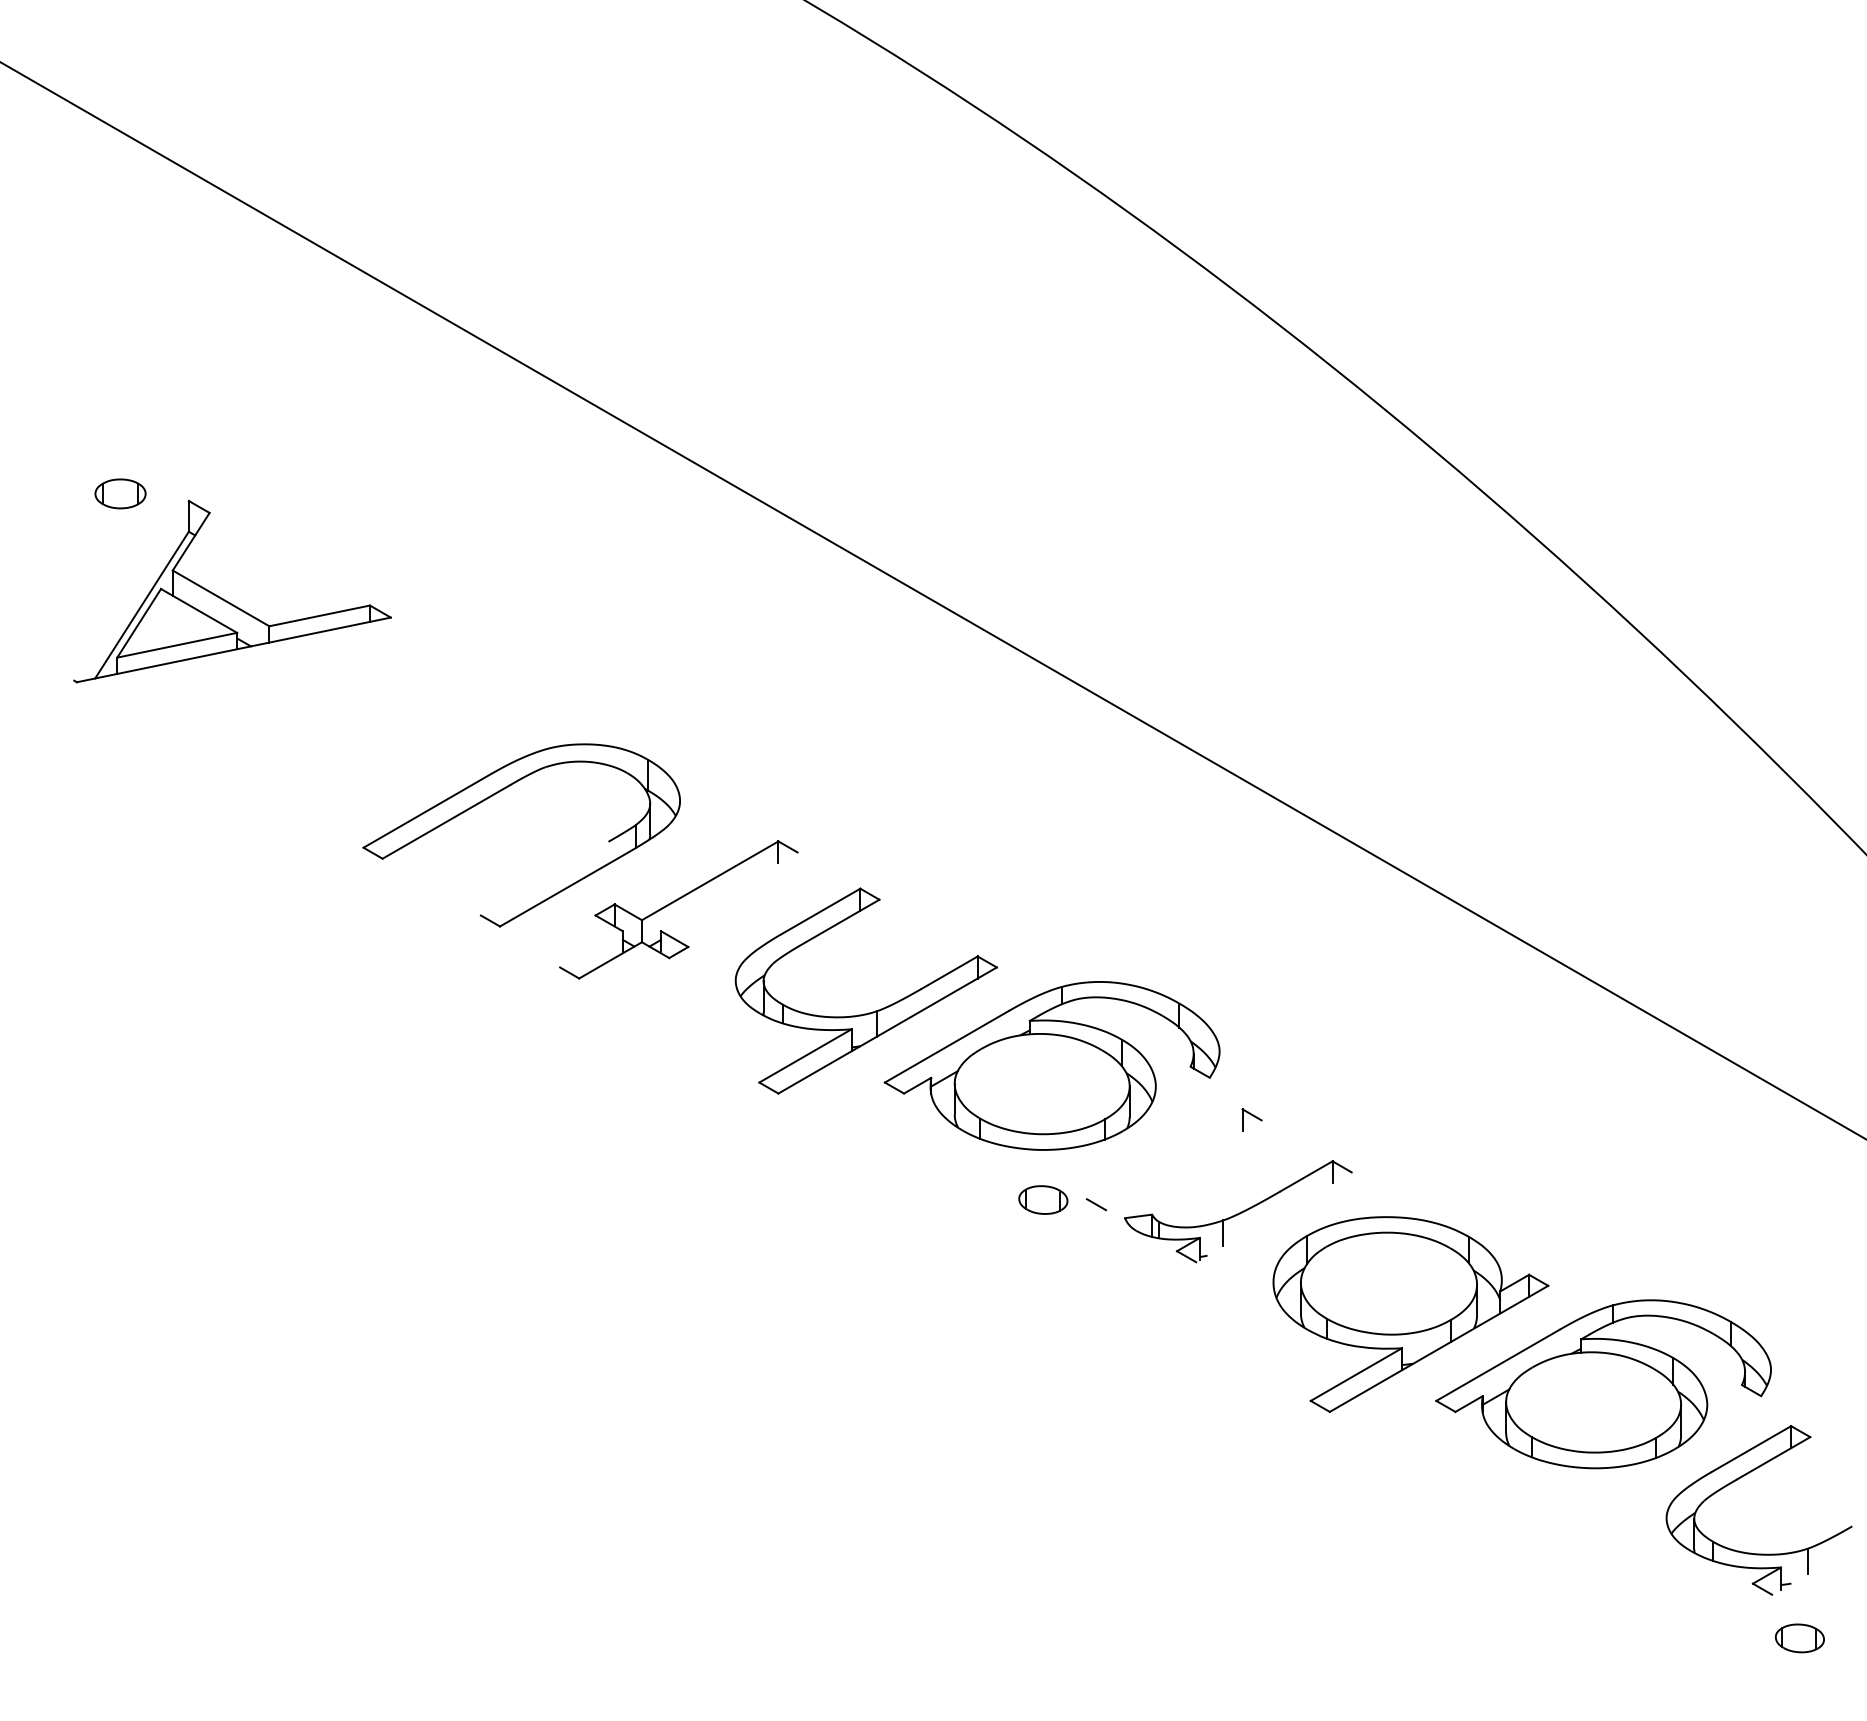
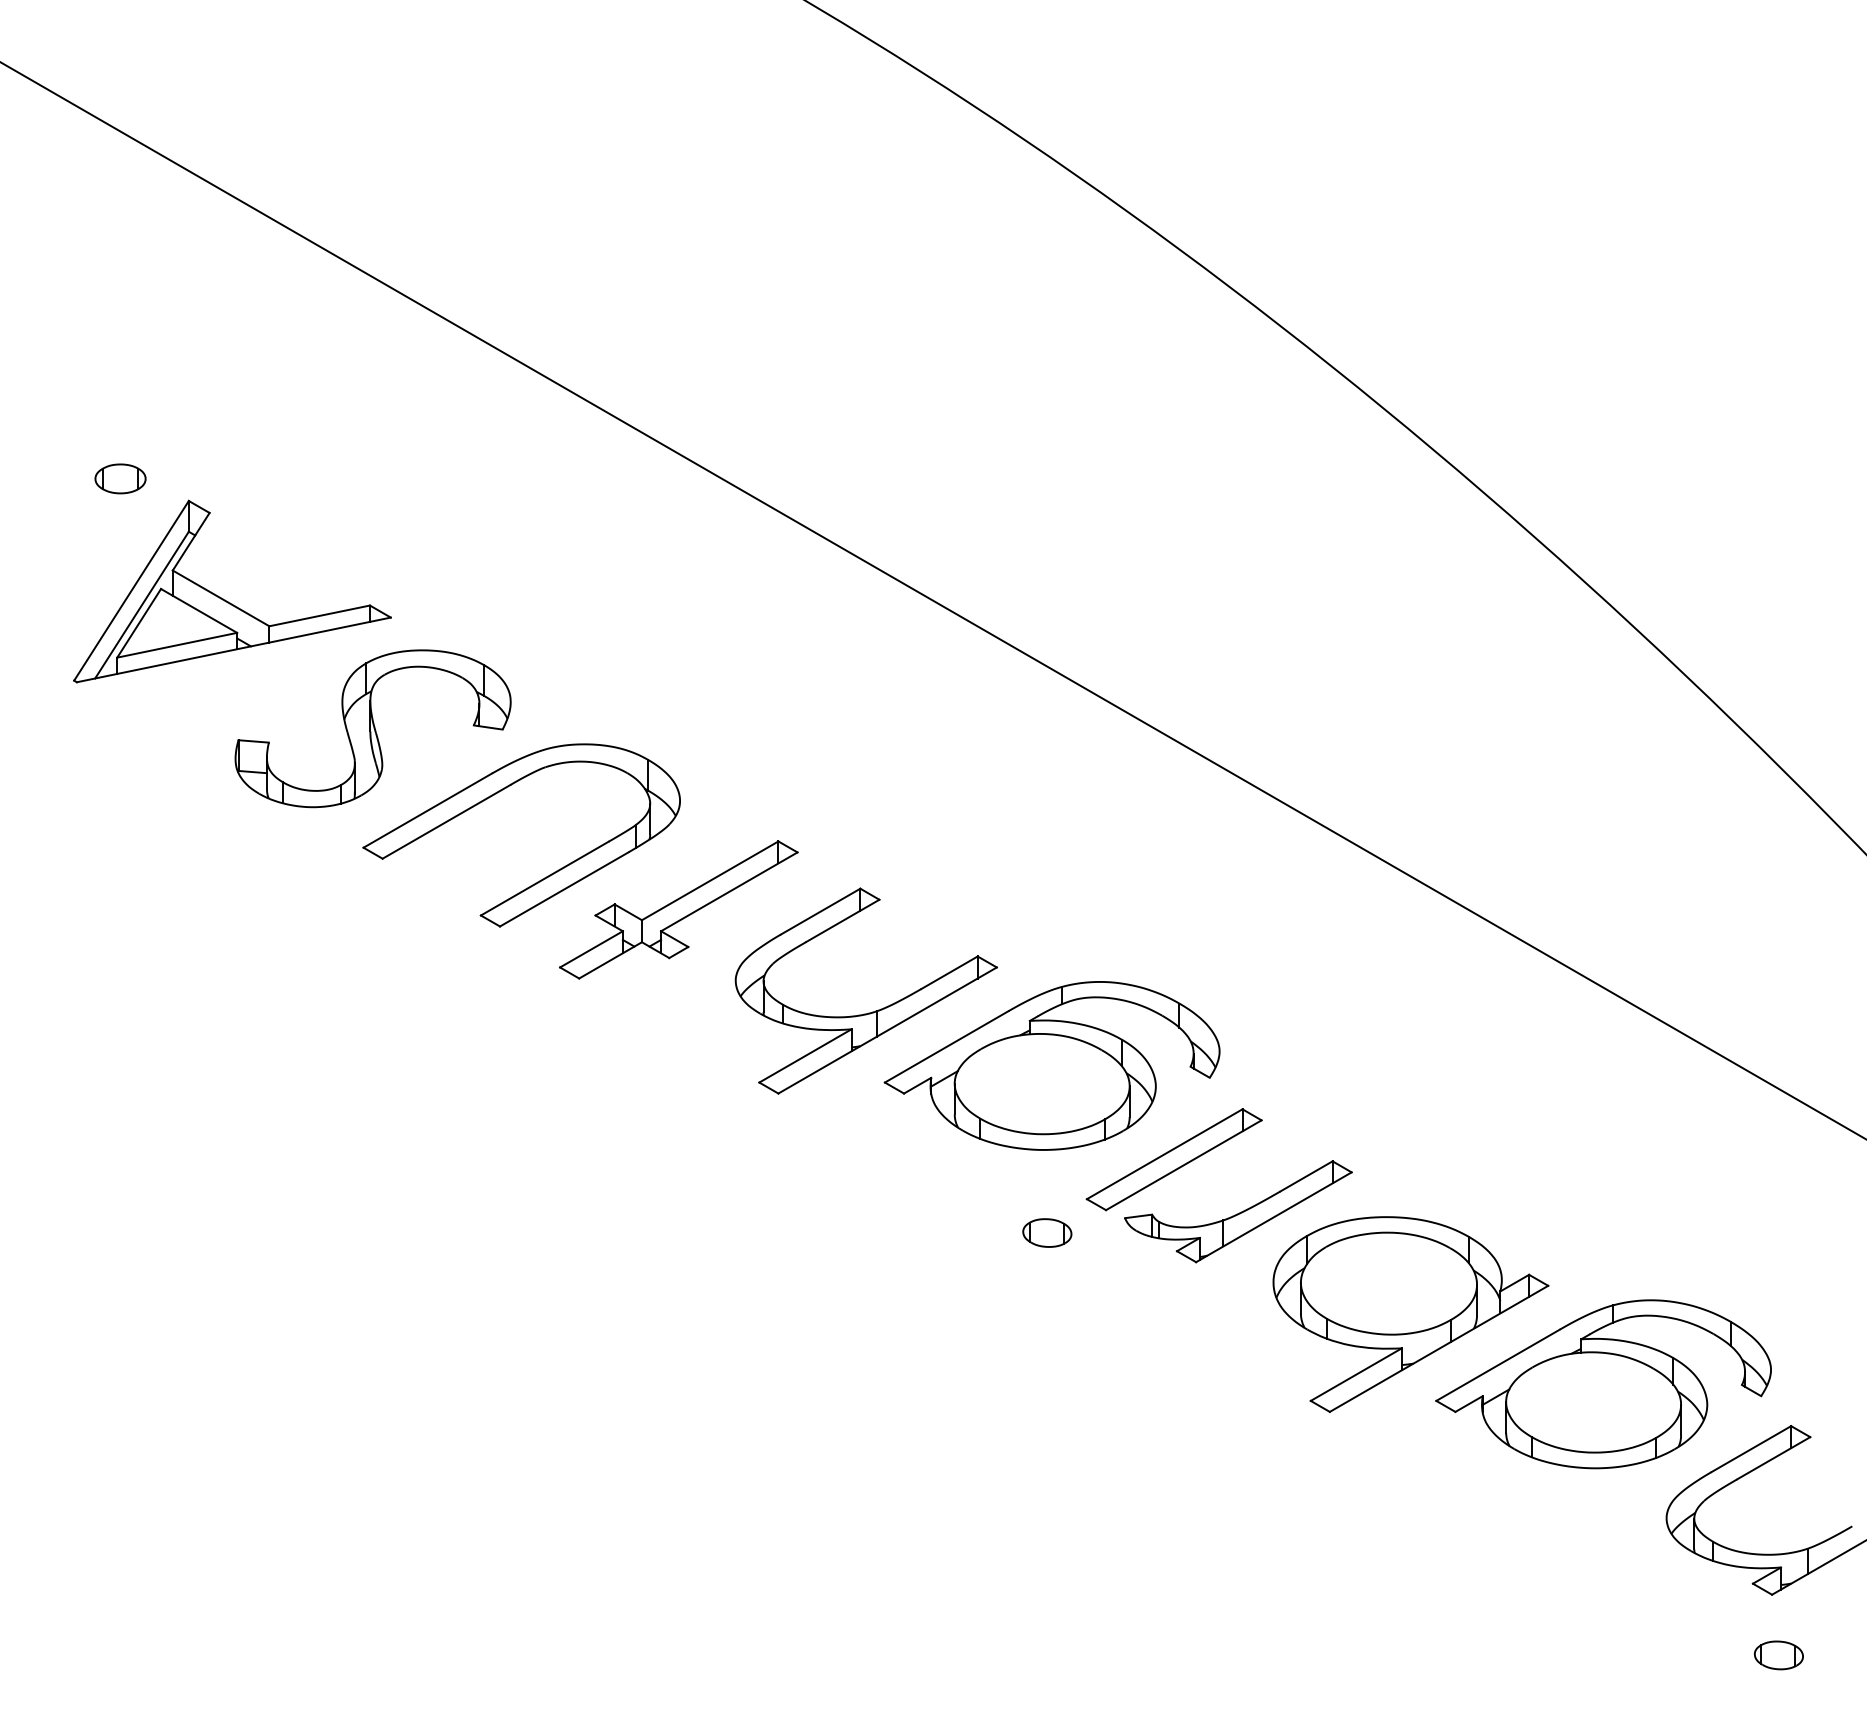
part at (120, 493) position: (120, 493) -> (120, 478)
line at (131, 590): none -> present
part at (372, 728): none -> present
line at (544, 878): none -> present
line at (729, 891): none -> present
line at (591, 949): none -> present
line at (1164, 1154): none -> present
line at (1183, 1165): none -> present
part at (1043, 1199) position: (1043, 1199) -> (1047, 1232)
line at (1273, 1217): none -> present
line at (1817, 1568): none -> present
part at (1799, 1638) position: (1799, 1638) -> (1778, 1655)
